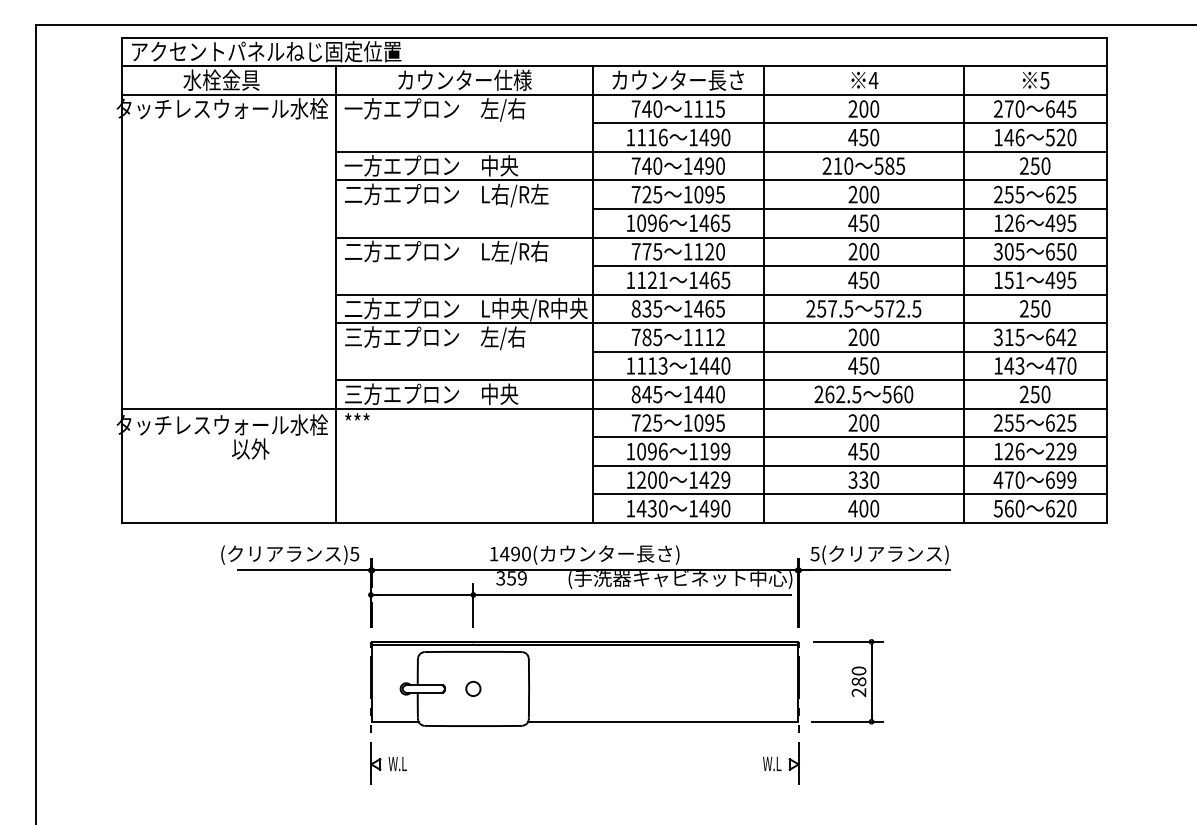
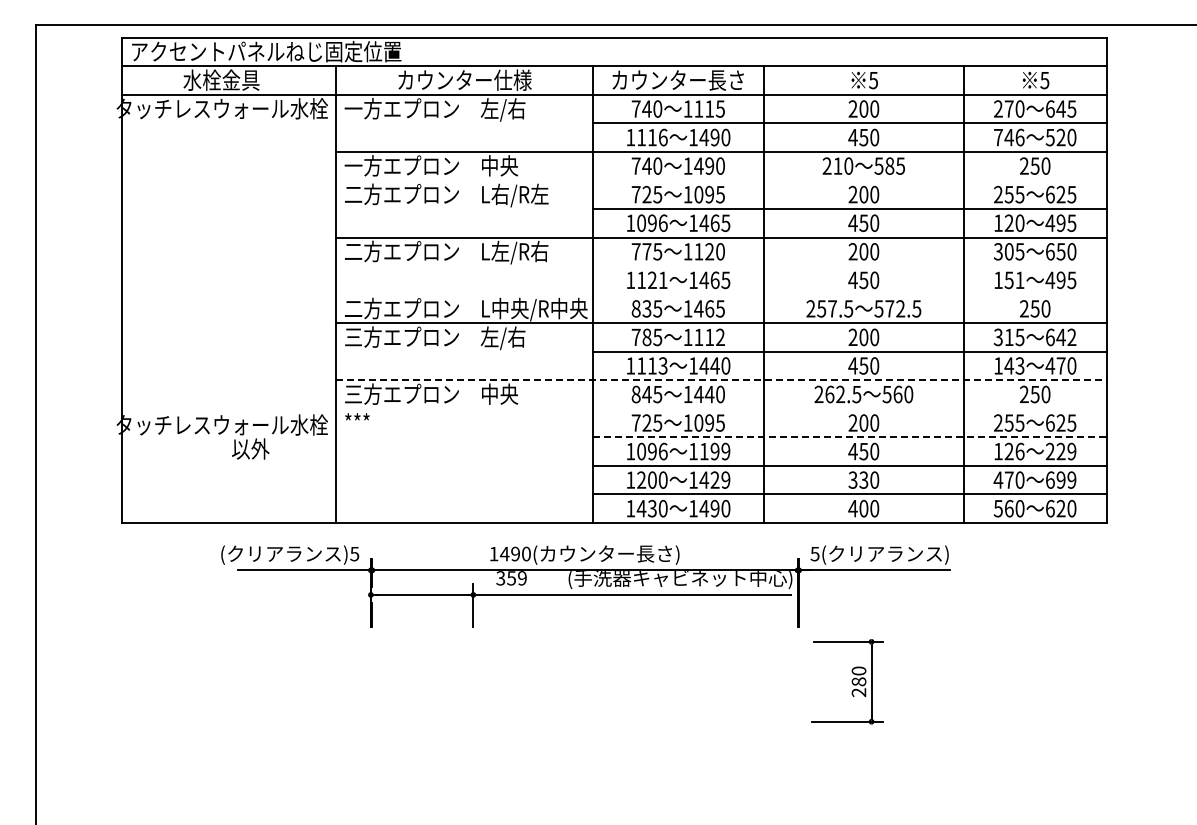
text at (873, 80): 4 -> 5
text at (998, 137): 146 -> 746
line at (720, 180): present -> none
text at (1019, 222): 126 -> 120
line at (849, 266): present -> none
line at (720, 294): present -> none
line at (721, 380): solid -> dashed
line at (613, 408): present -> none
line at (849, 437): solid -> dashed
part at (584, 712): present -> none
